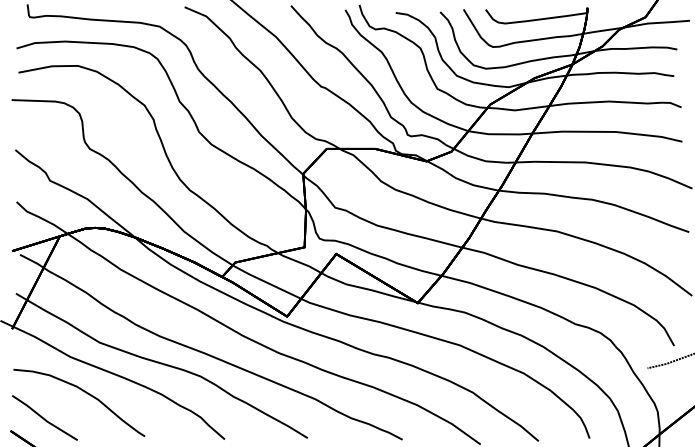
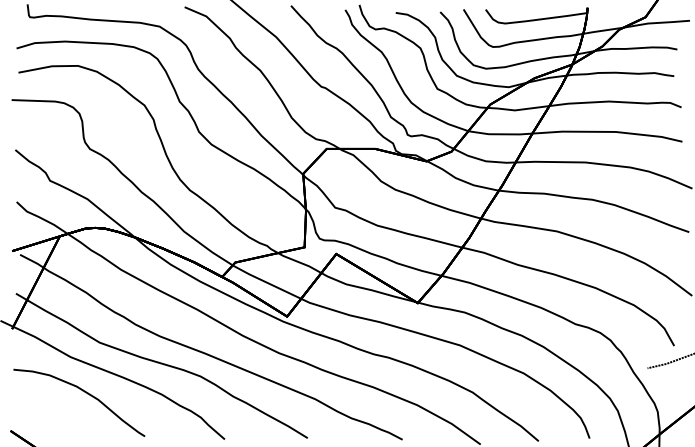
line at (43, 417): present -> none
